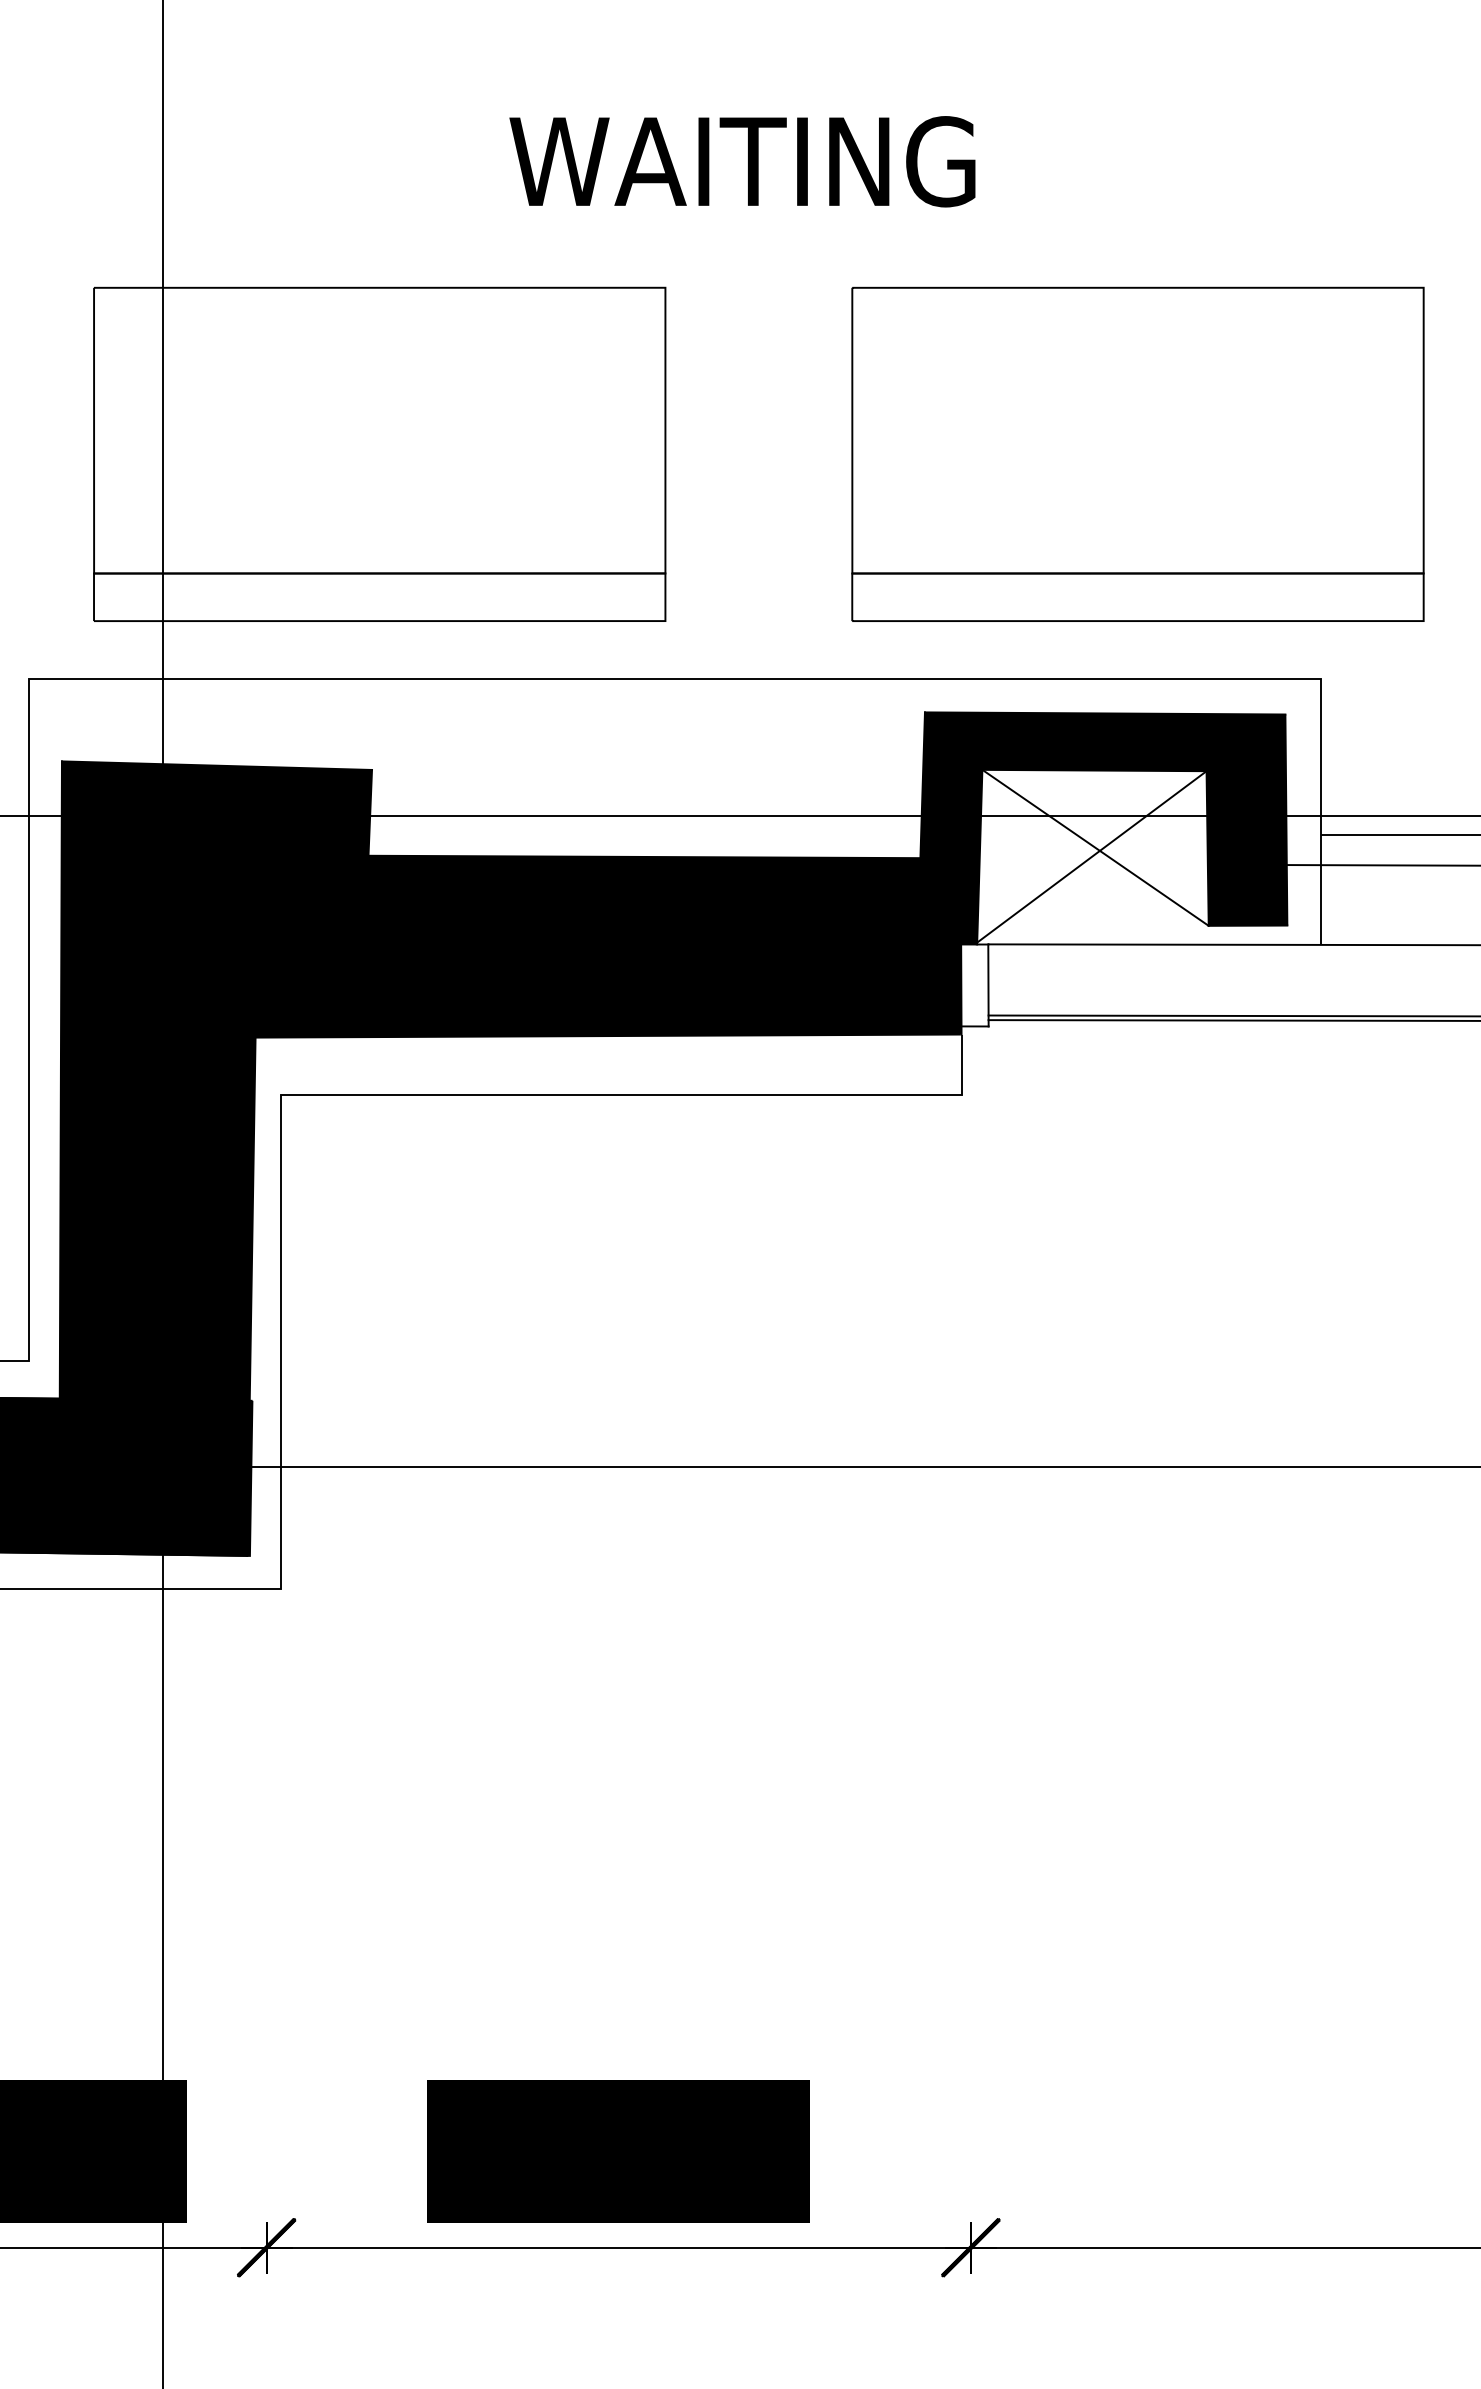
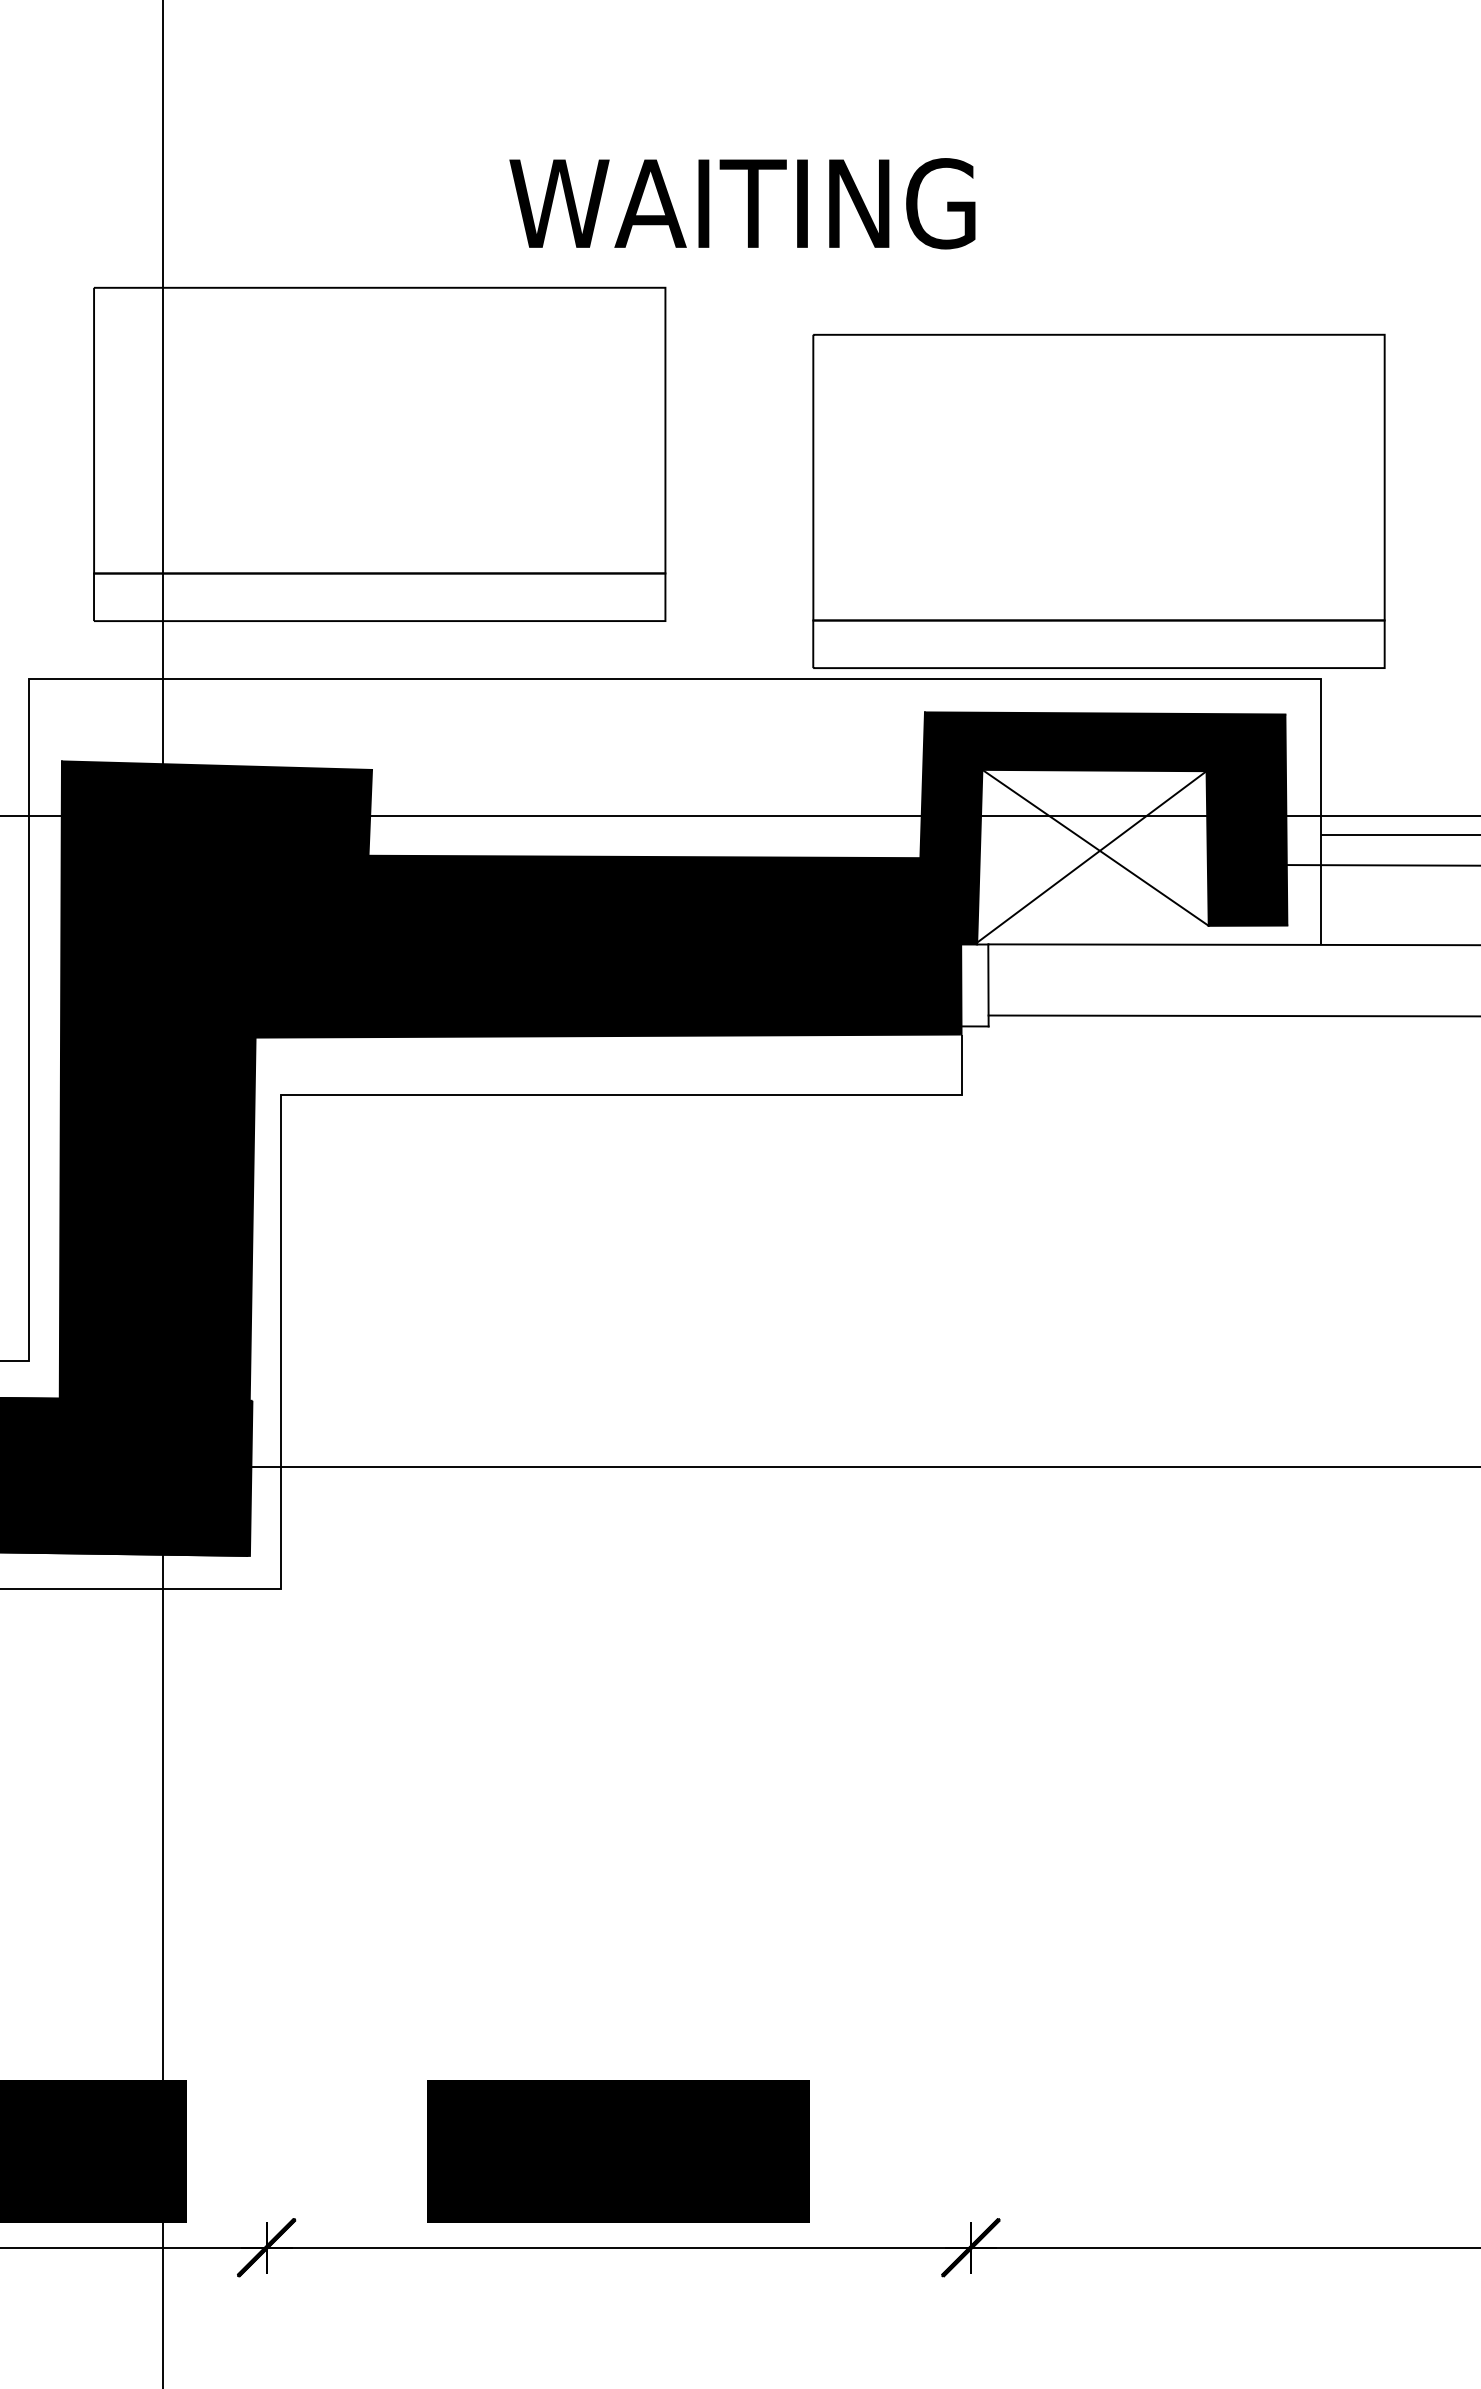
text at (742, 161) position: (742, 161) -> (742, 203)
part at (1137, 453) position: (1137, 453) -> (1098, 500)
line at (1232, 1020): present -> none
